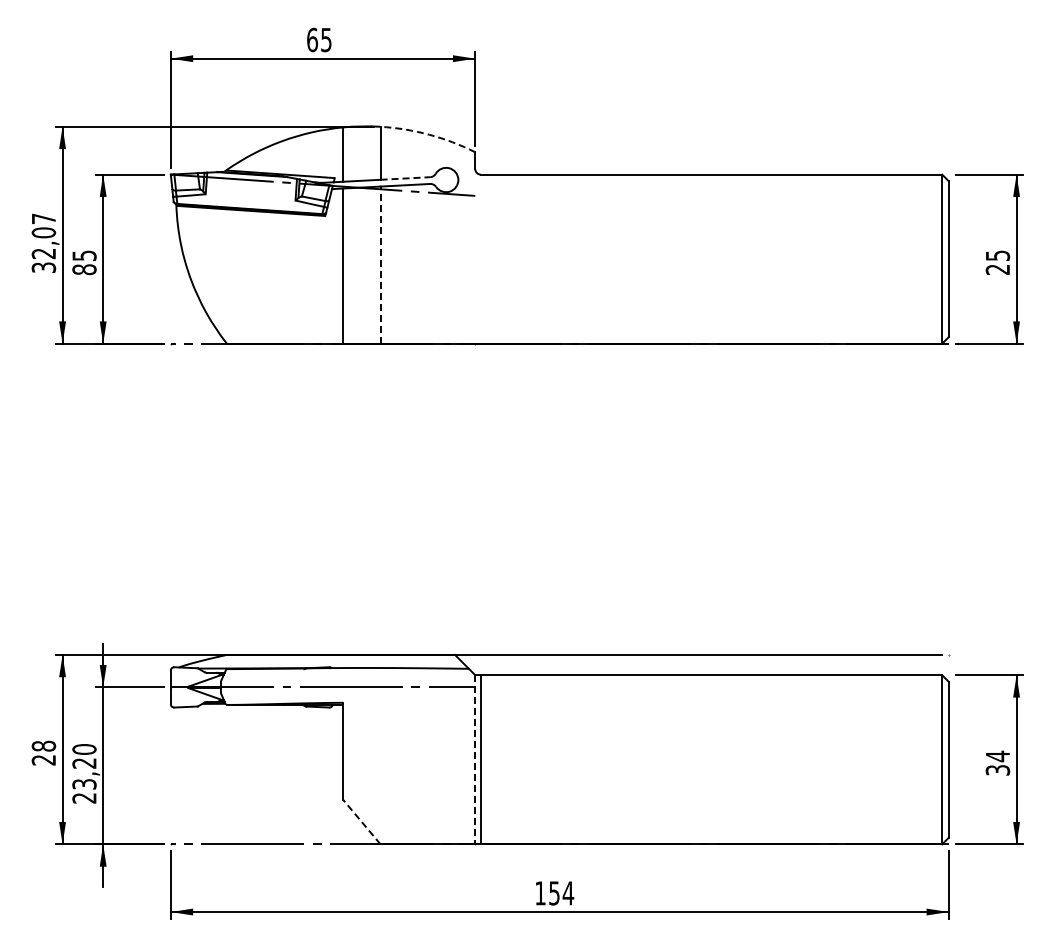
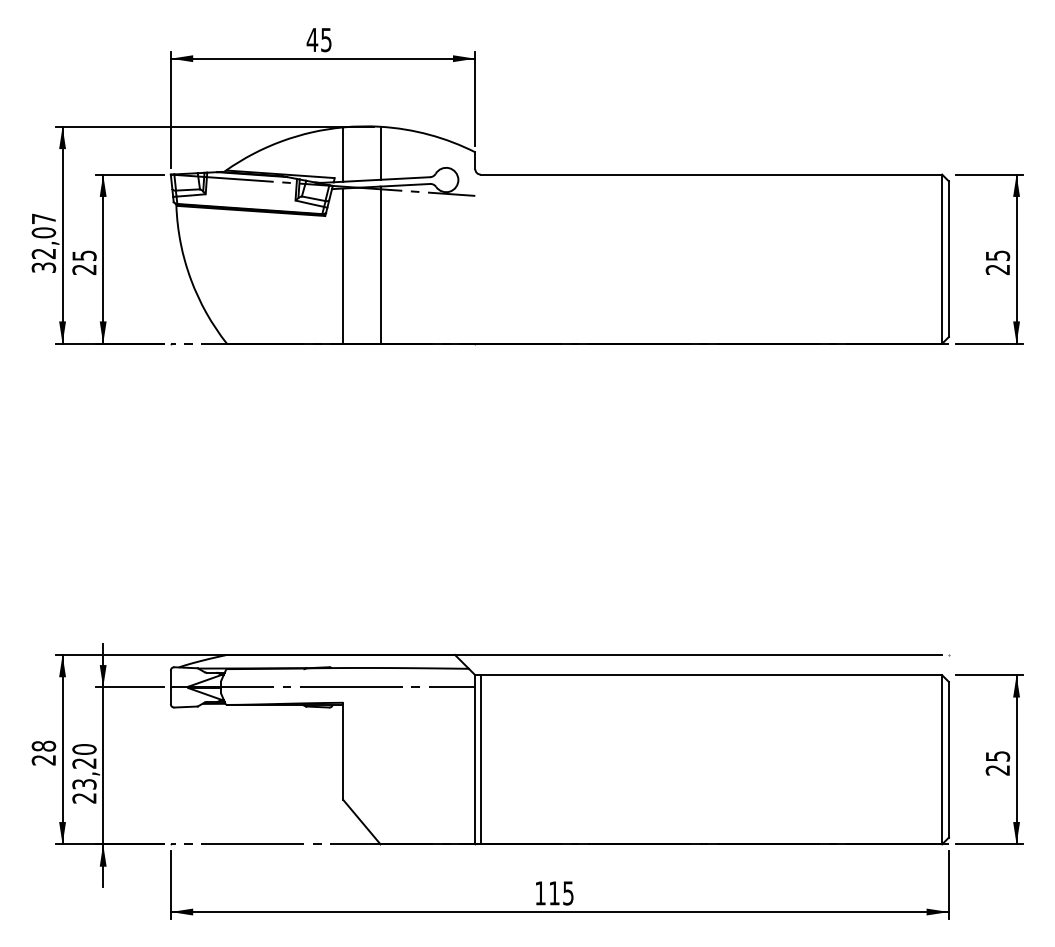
text at (312, 39): 65 -> 45
arc at (429, 134): dashed -> solid
line at (405, 178): dashed -> solid
line at (380, 265): dashed -> solid
text at (84, 269): 85 -> 25
line at (475, 759): dashed -> solid
text at (998, 762): 34 -> 25
line at (361, 822): dashed -> solid
text at (561, 893): 154 -> 115
